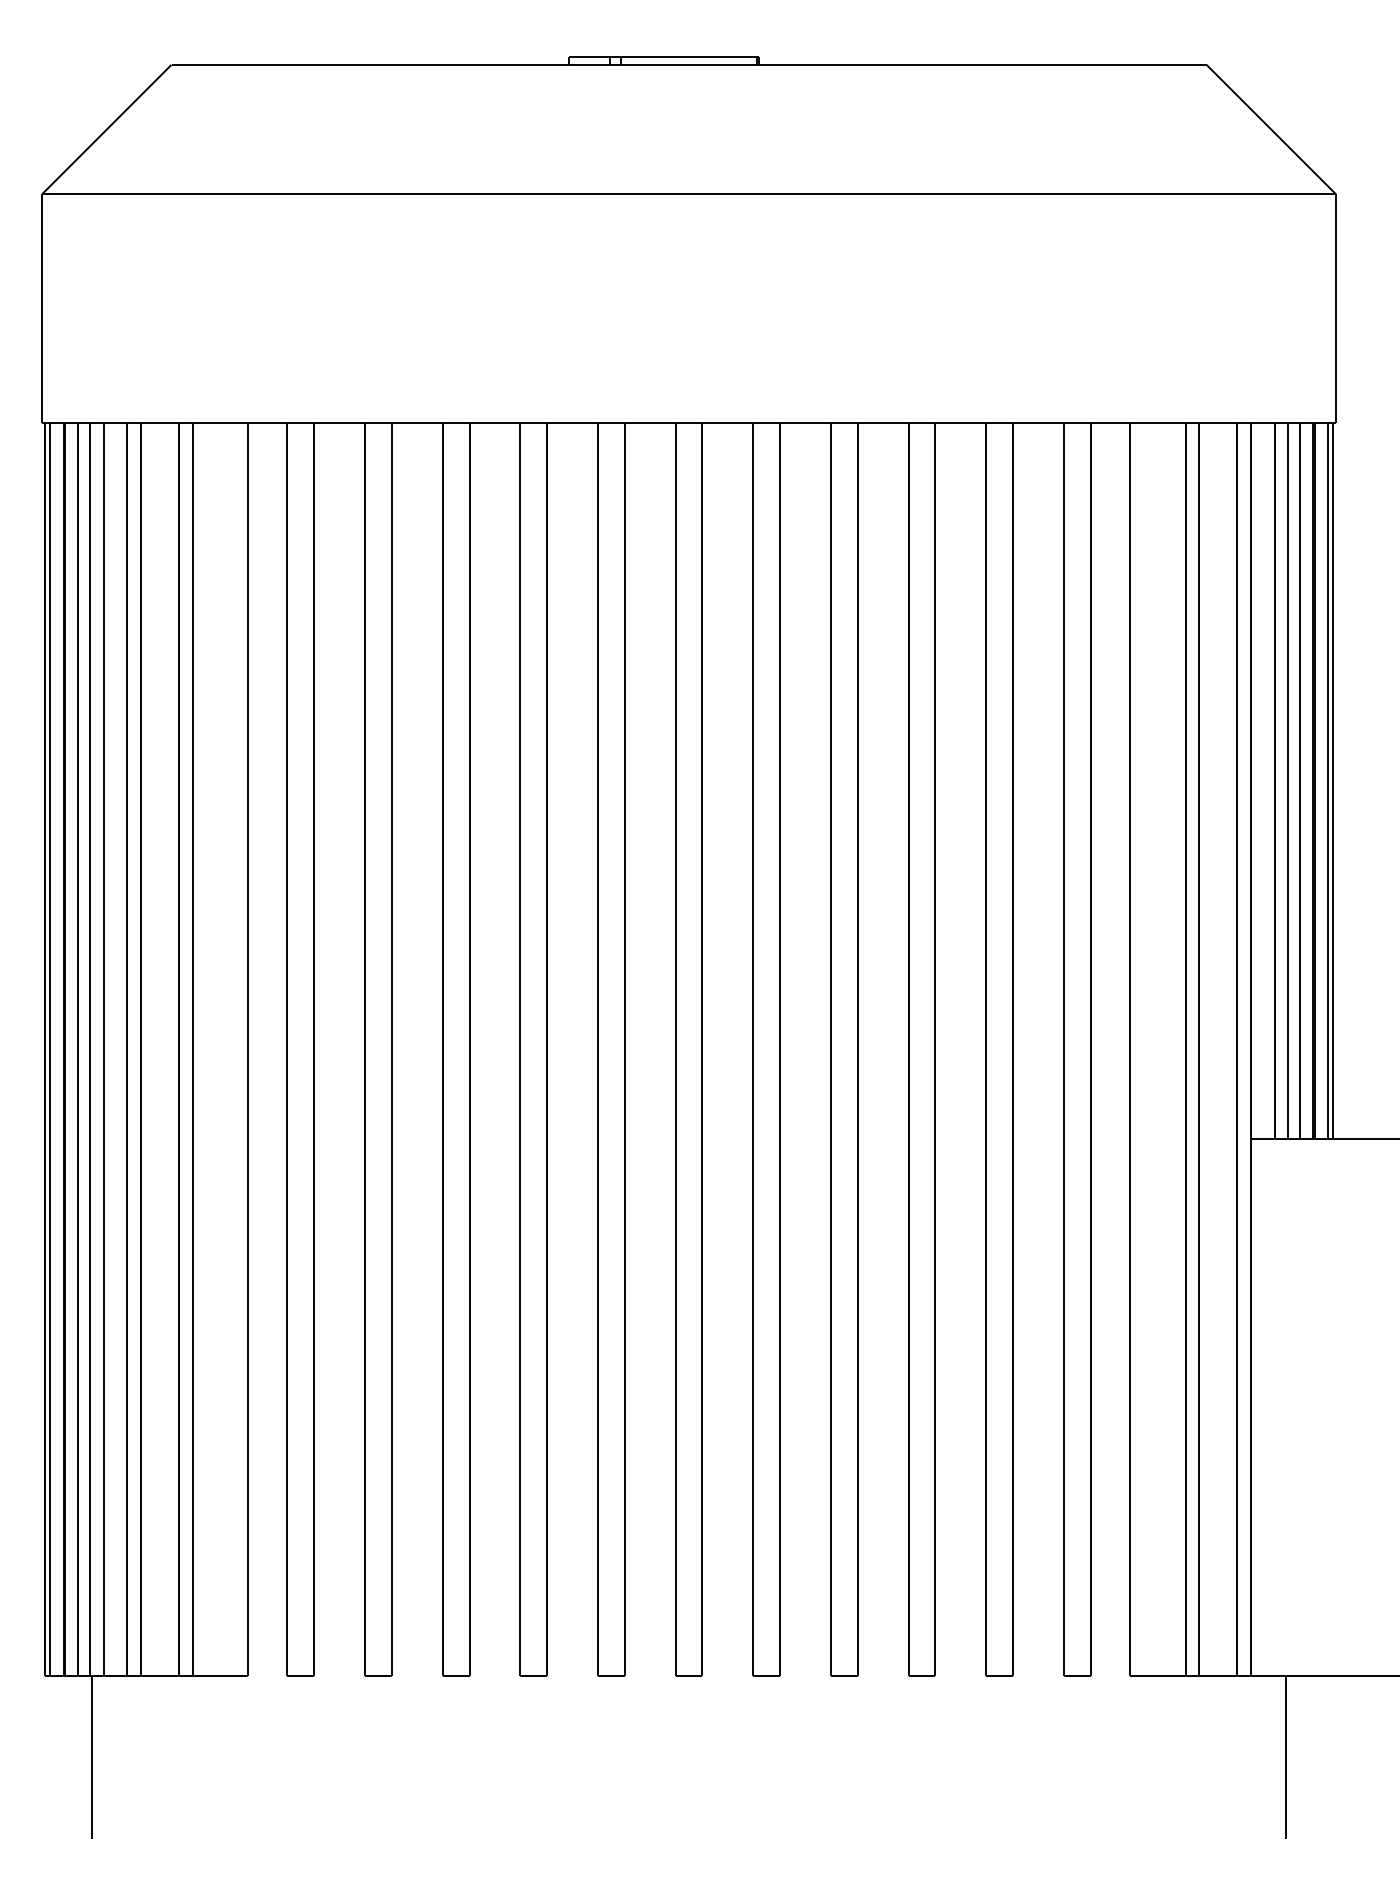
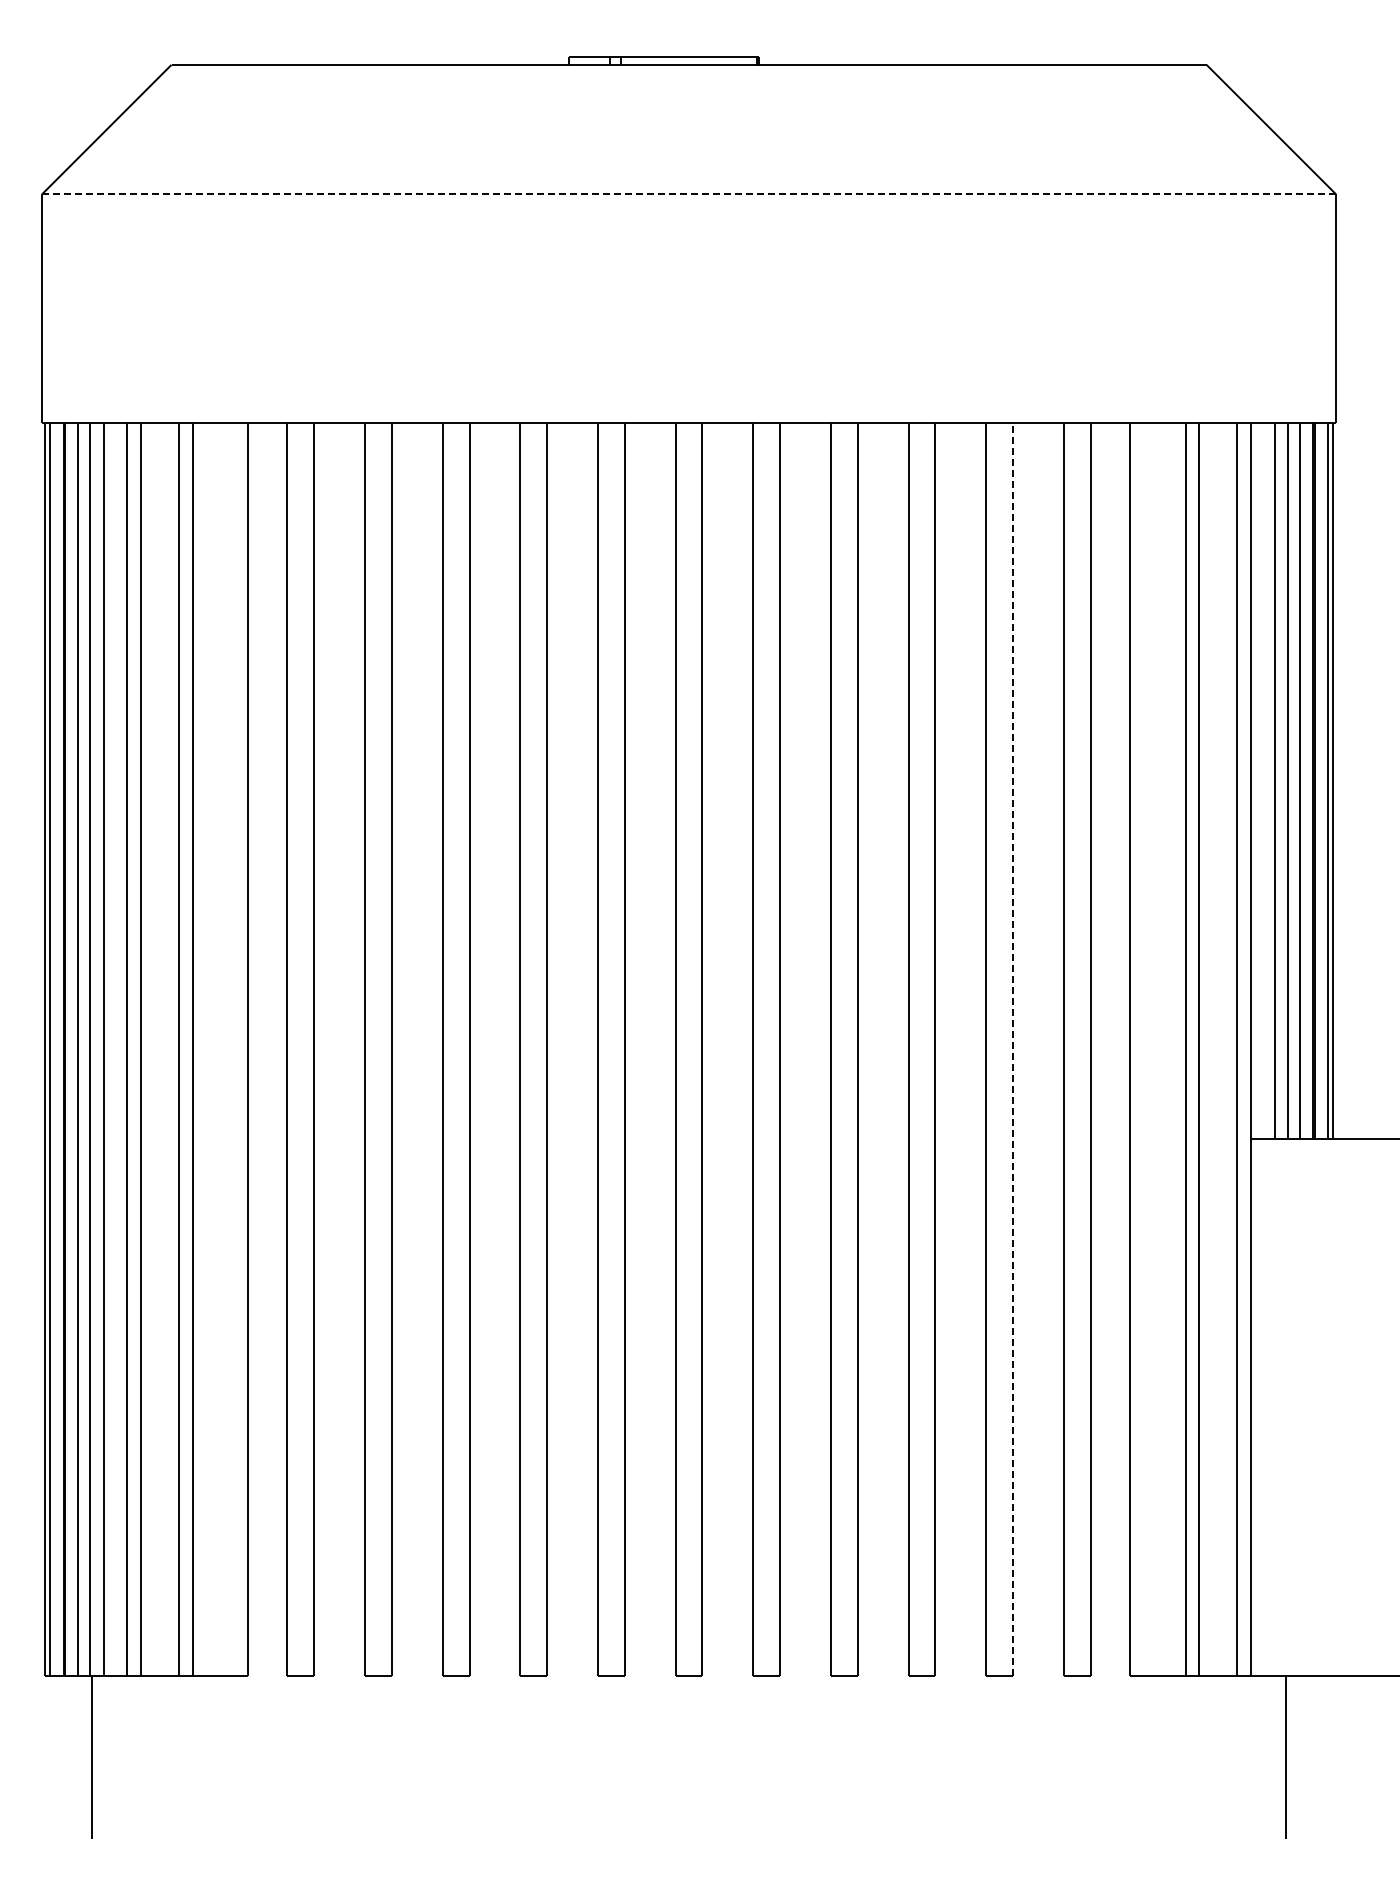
line at (689, 194): solid -> dashed
line at (1013, 1049): solid -> dashed
